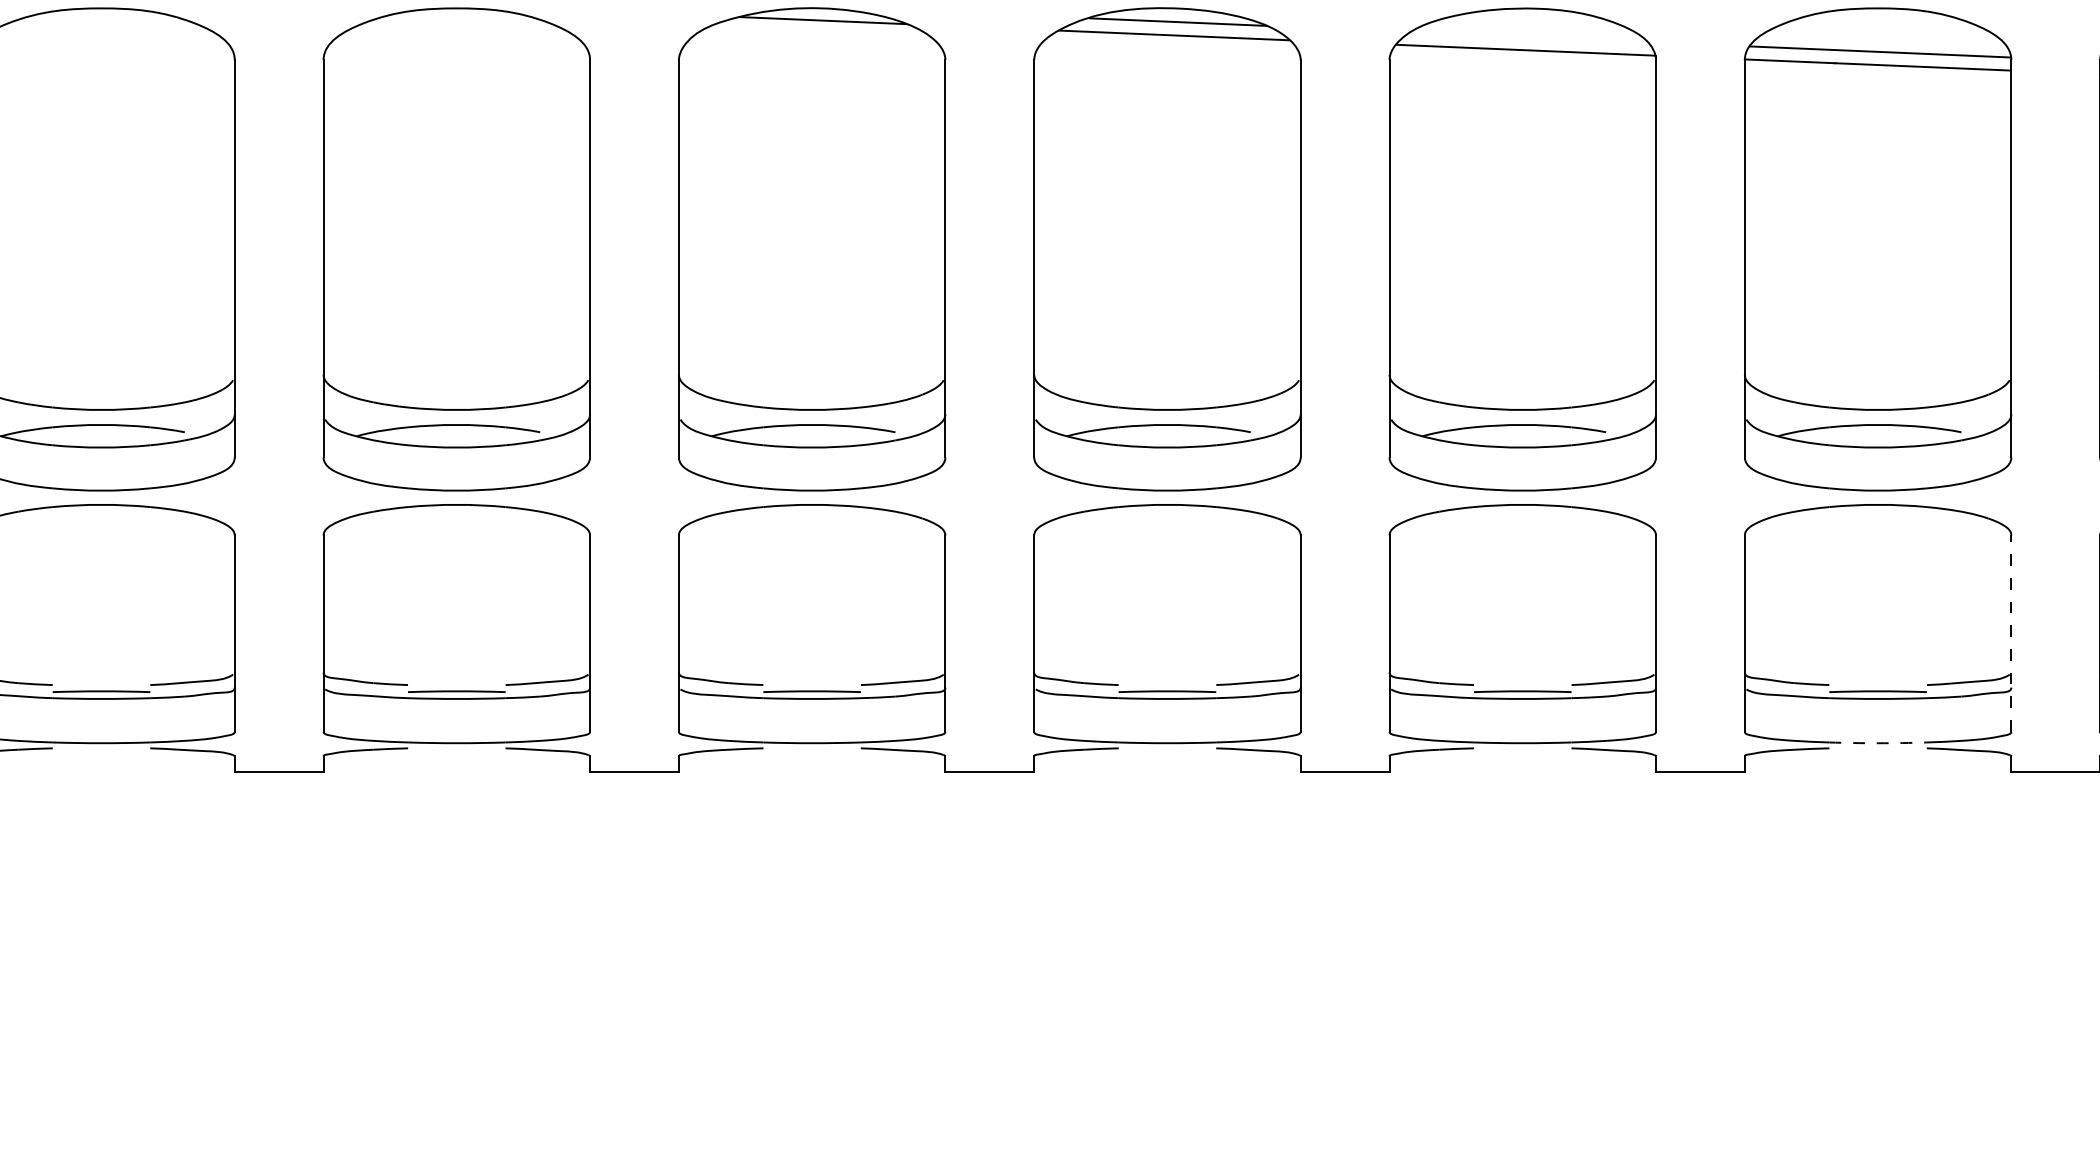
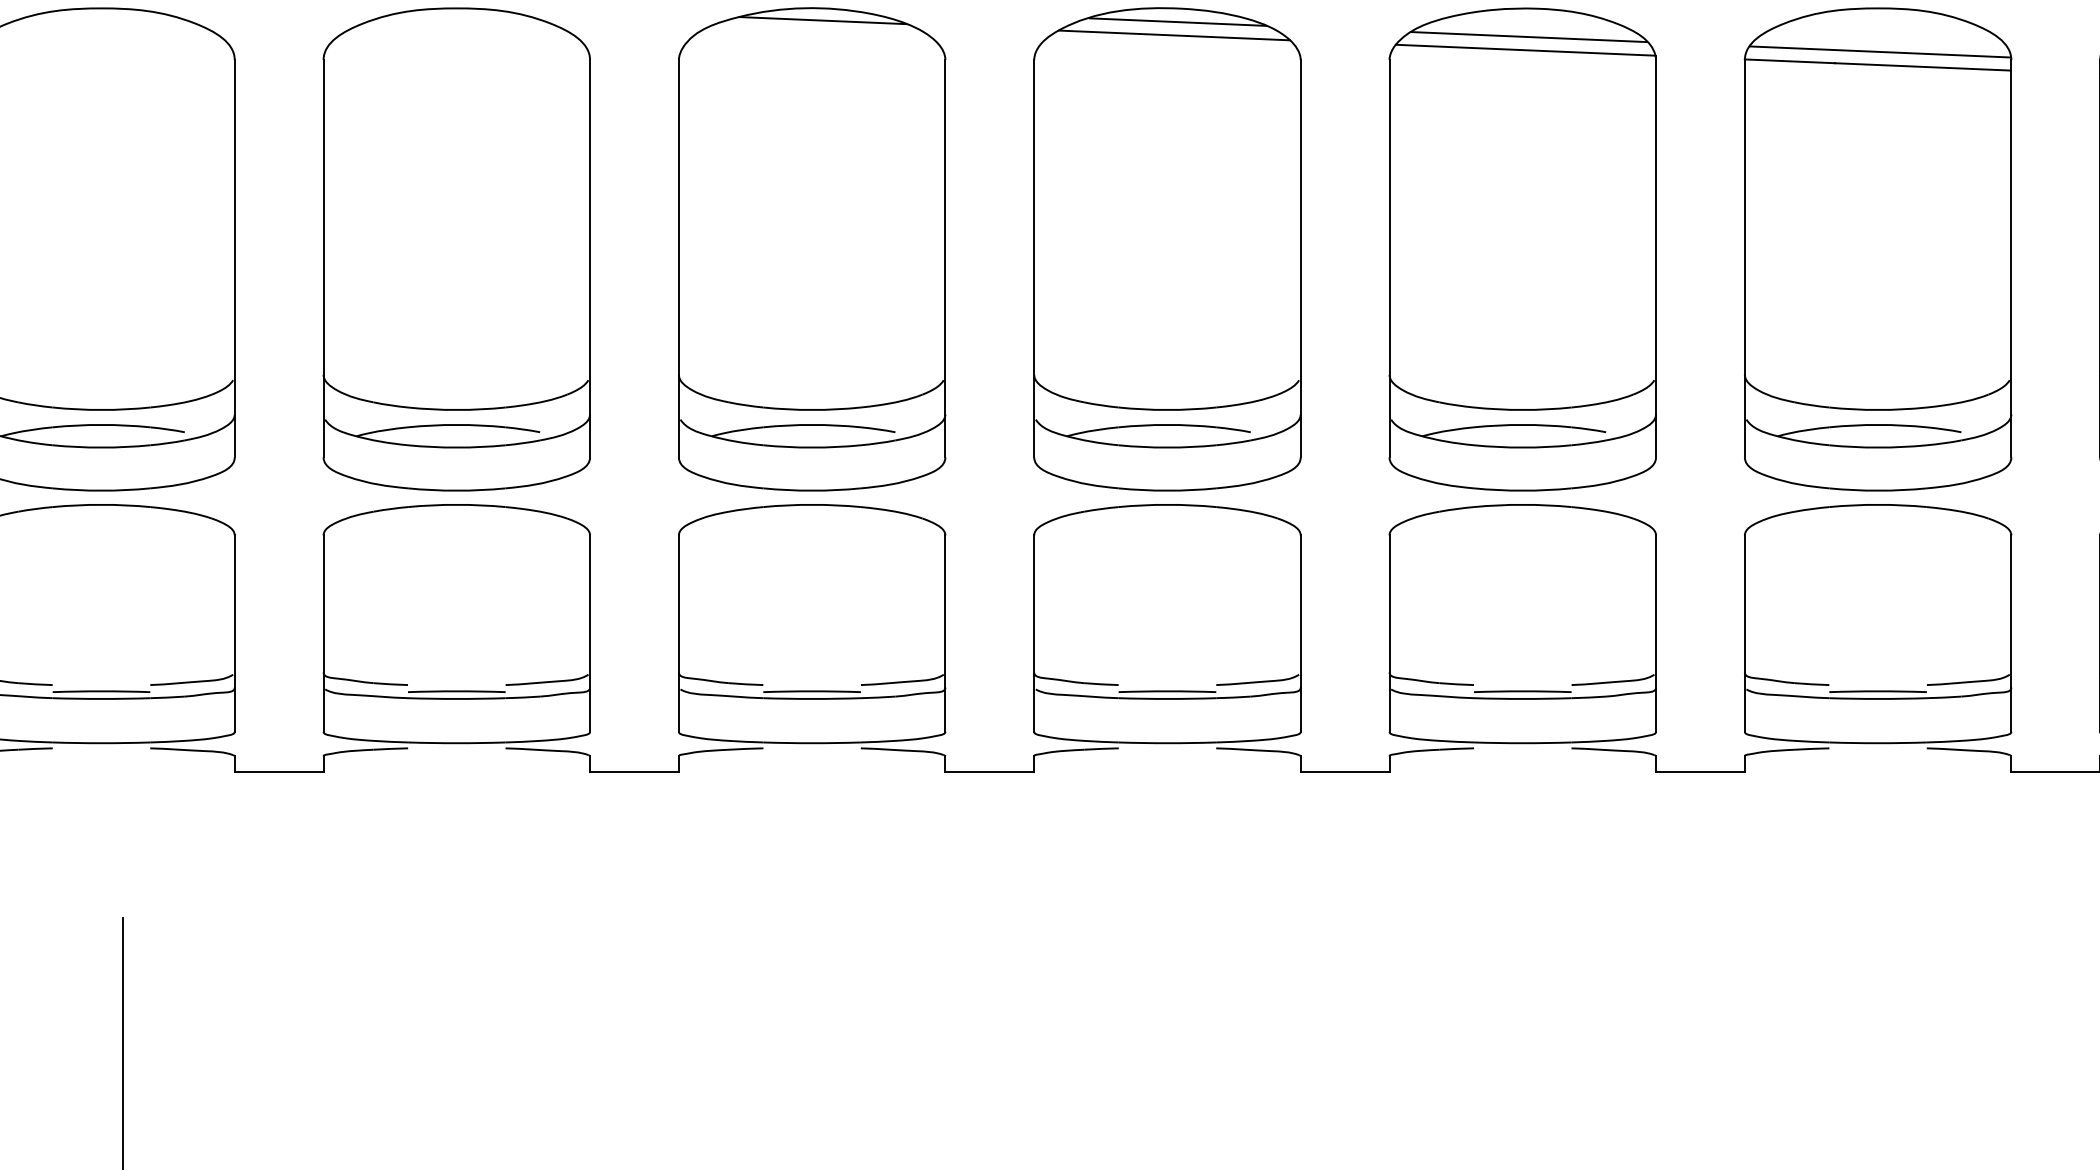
line at (1528, 37): none -> present
line at (2011, 633): dashed -> solid
arc at (1878, 743): dashed -> solid
line at (122, 1042): none -> present
